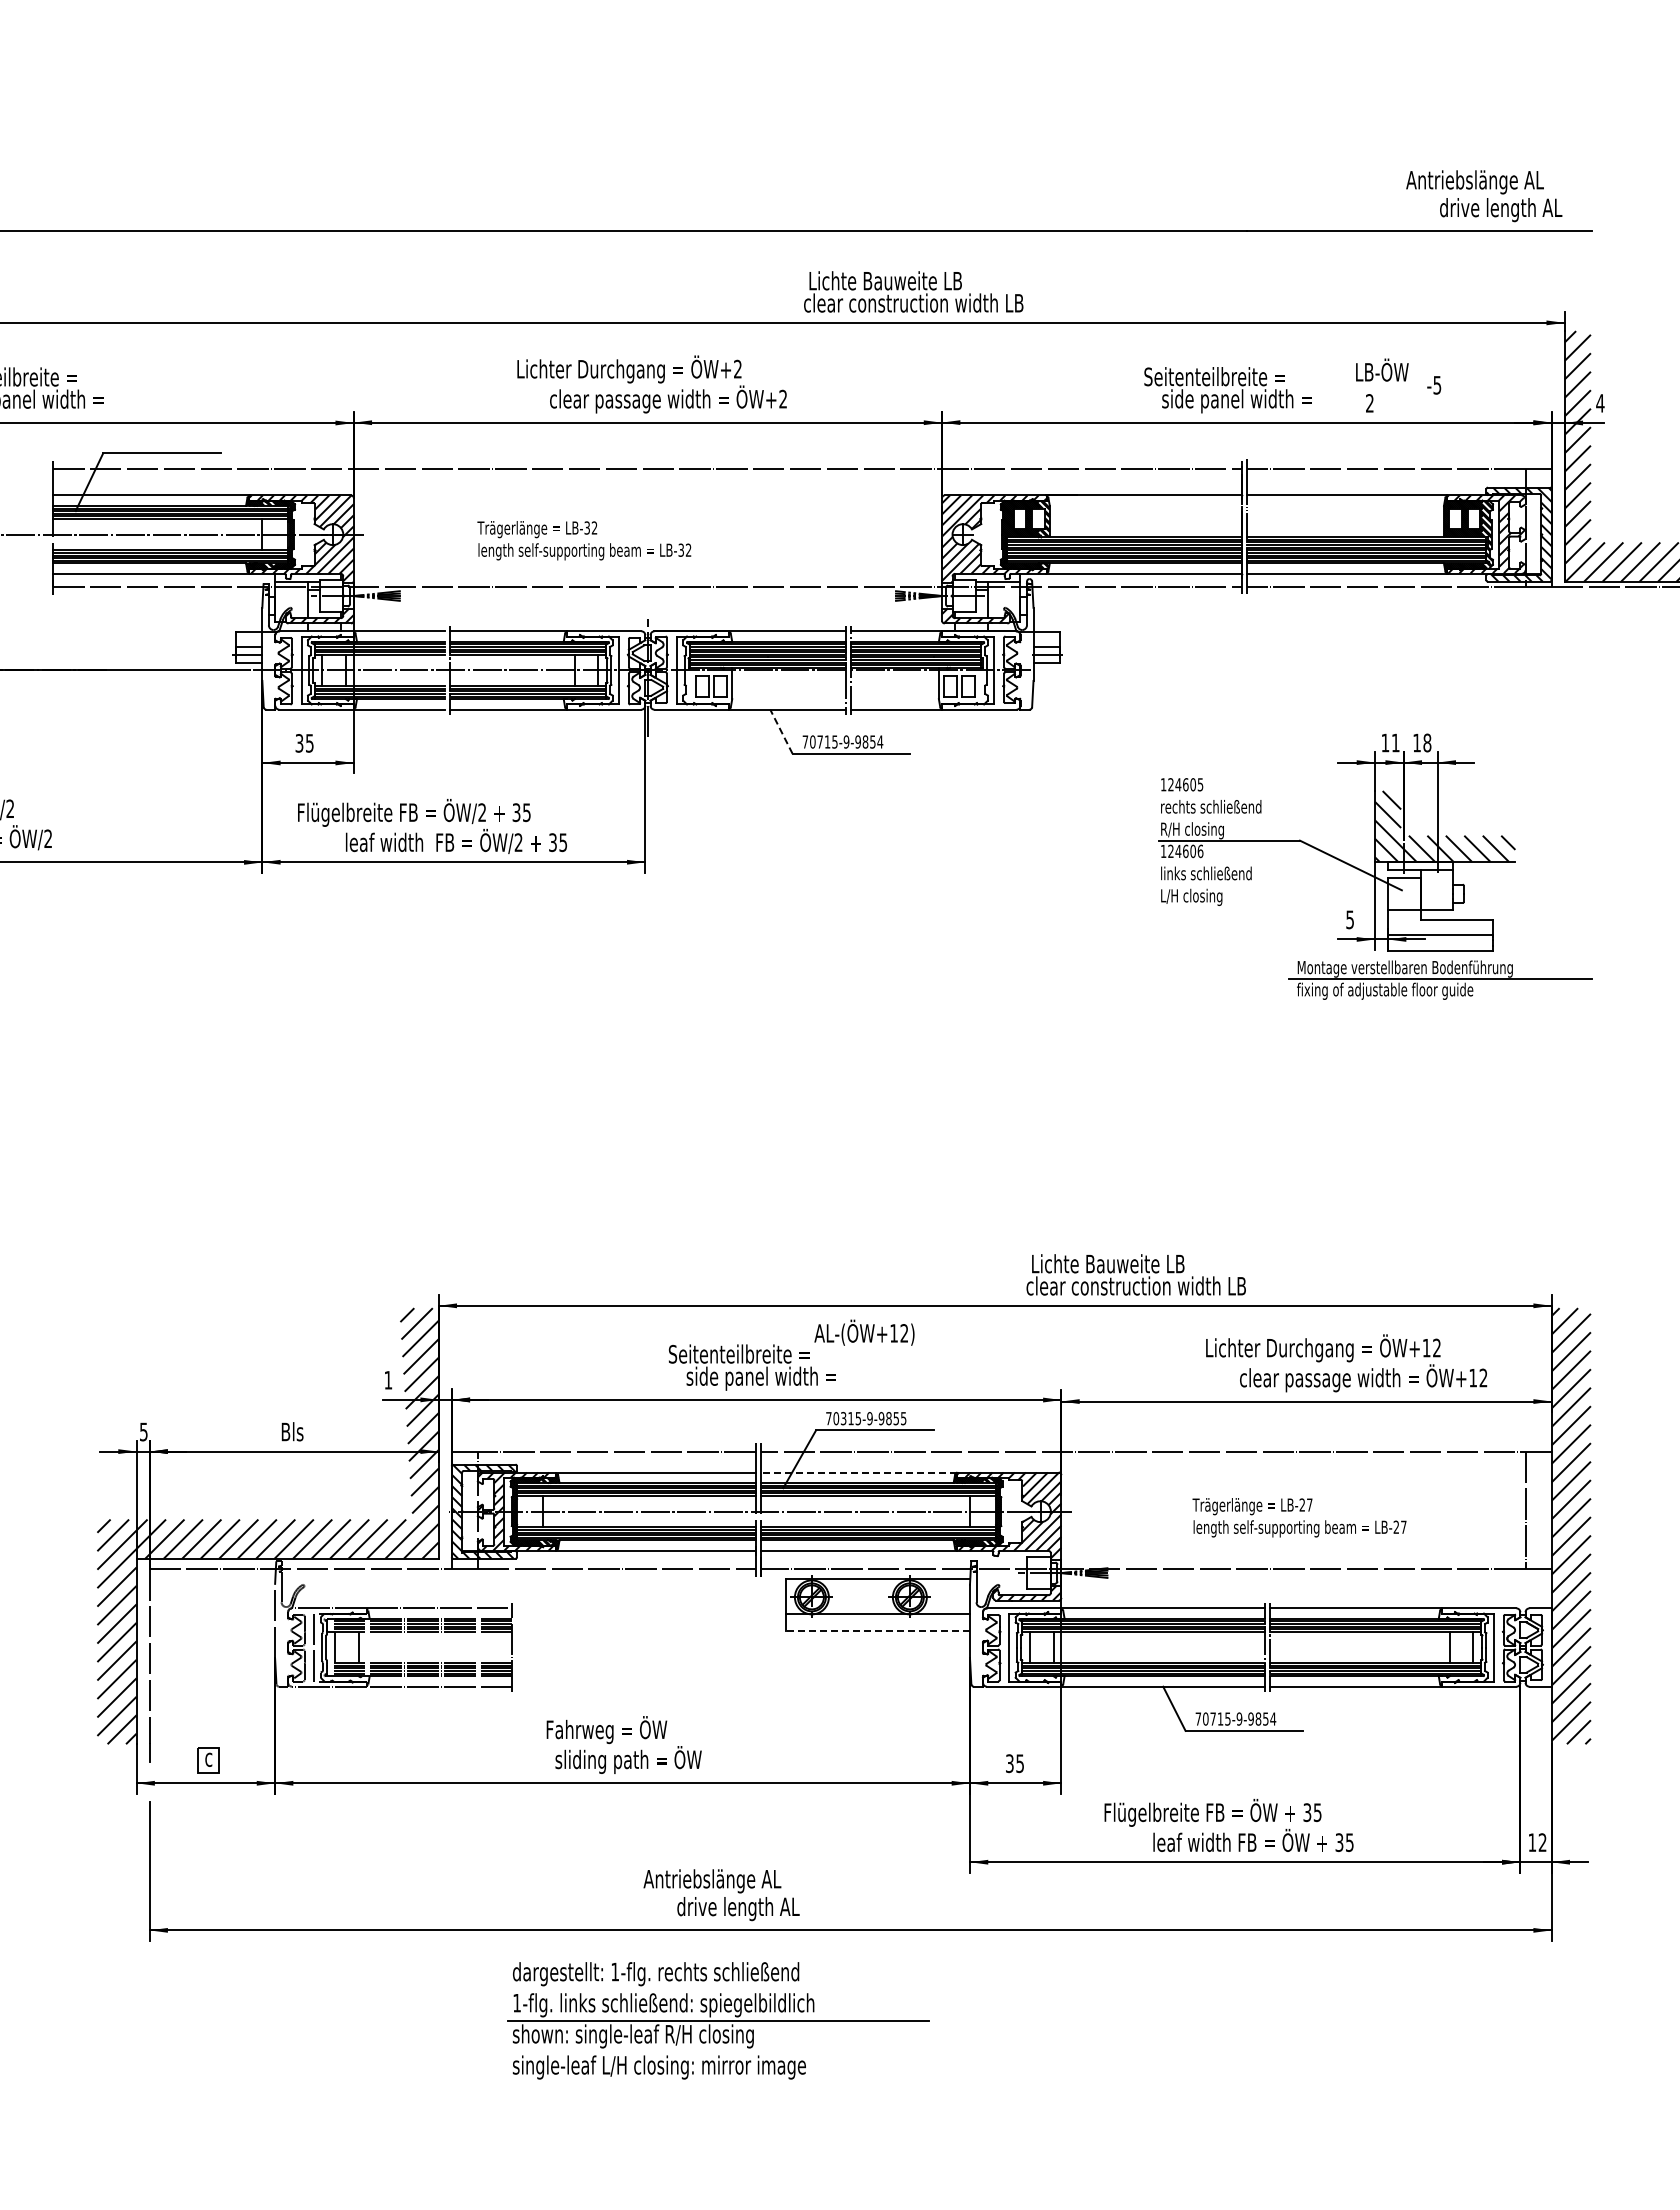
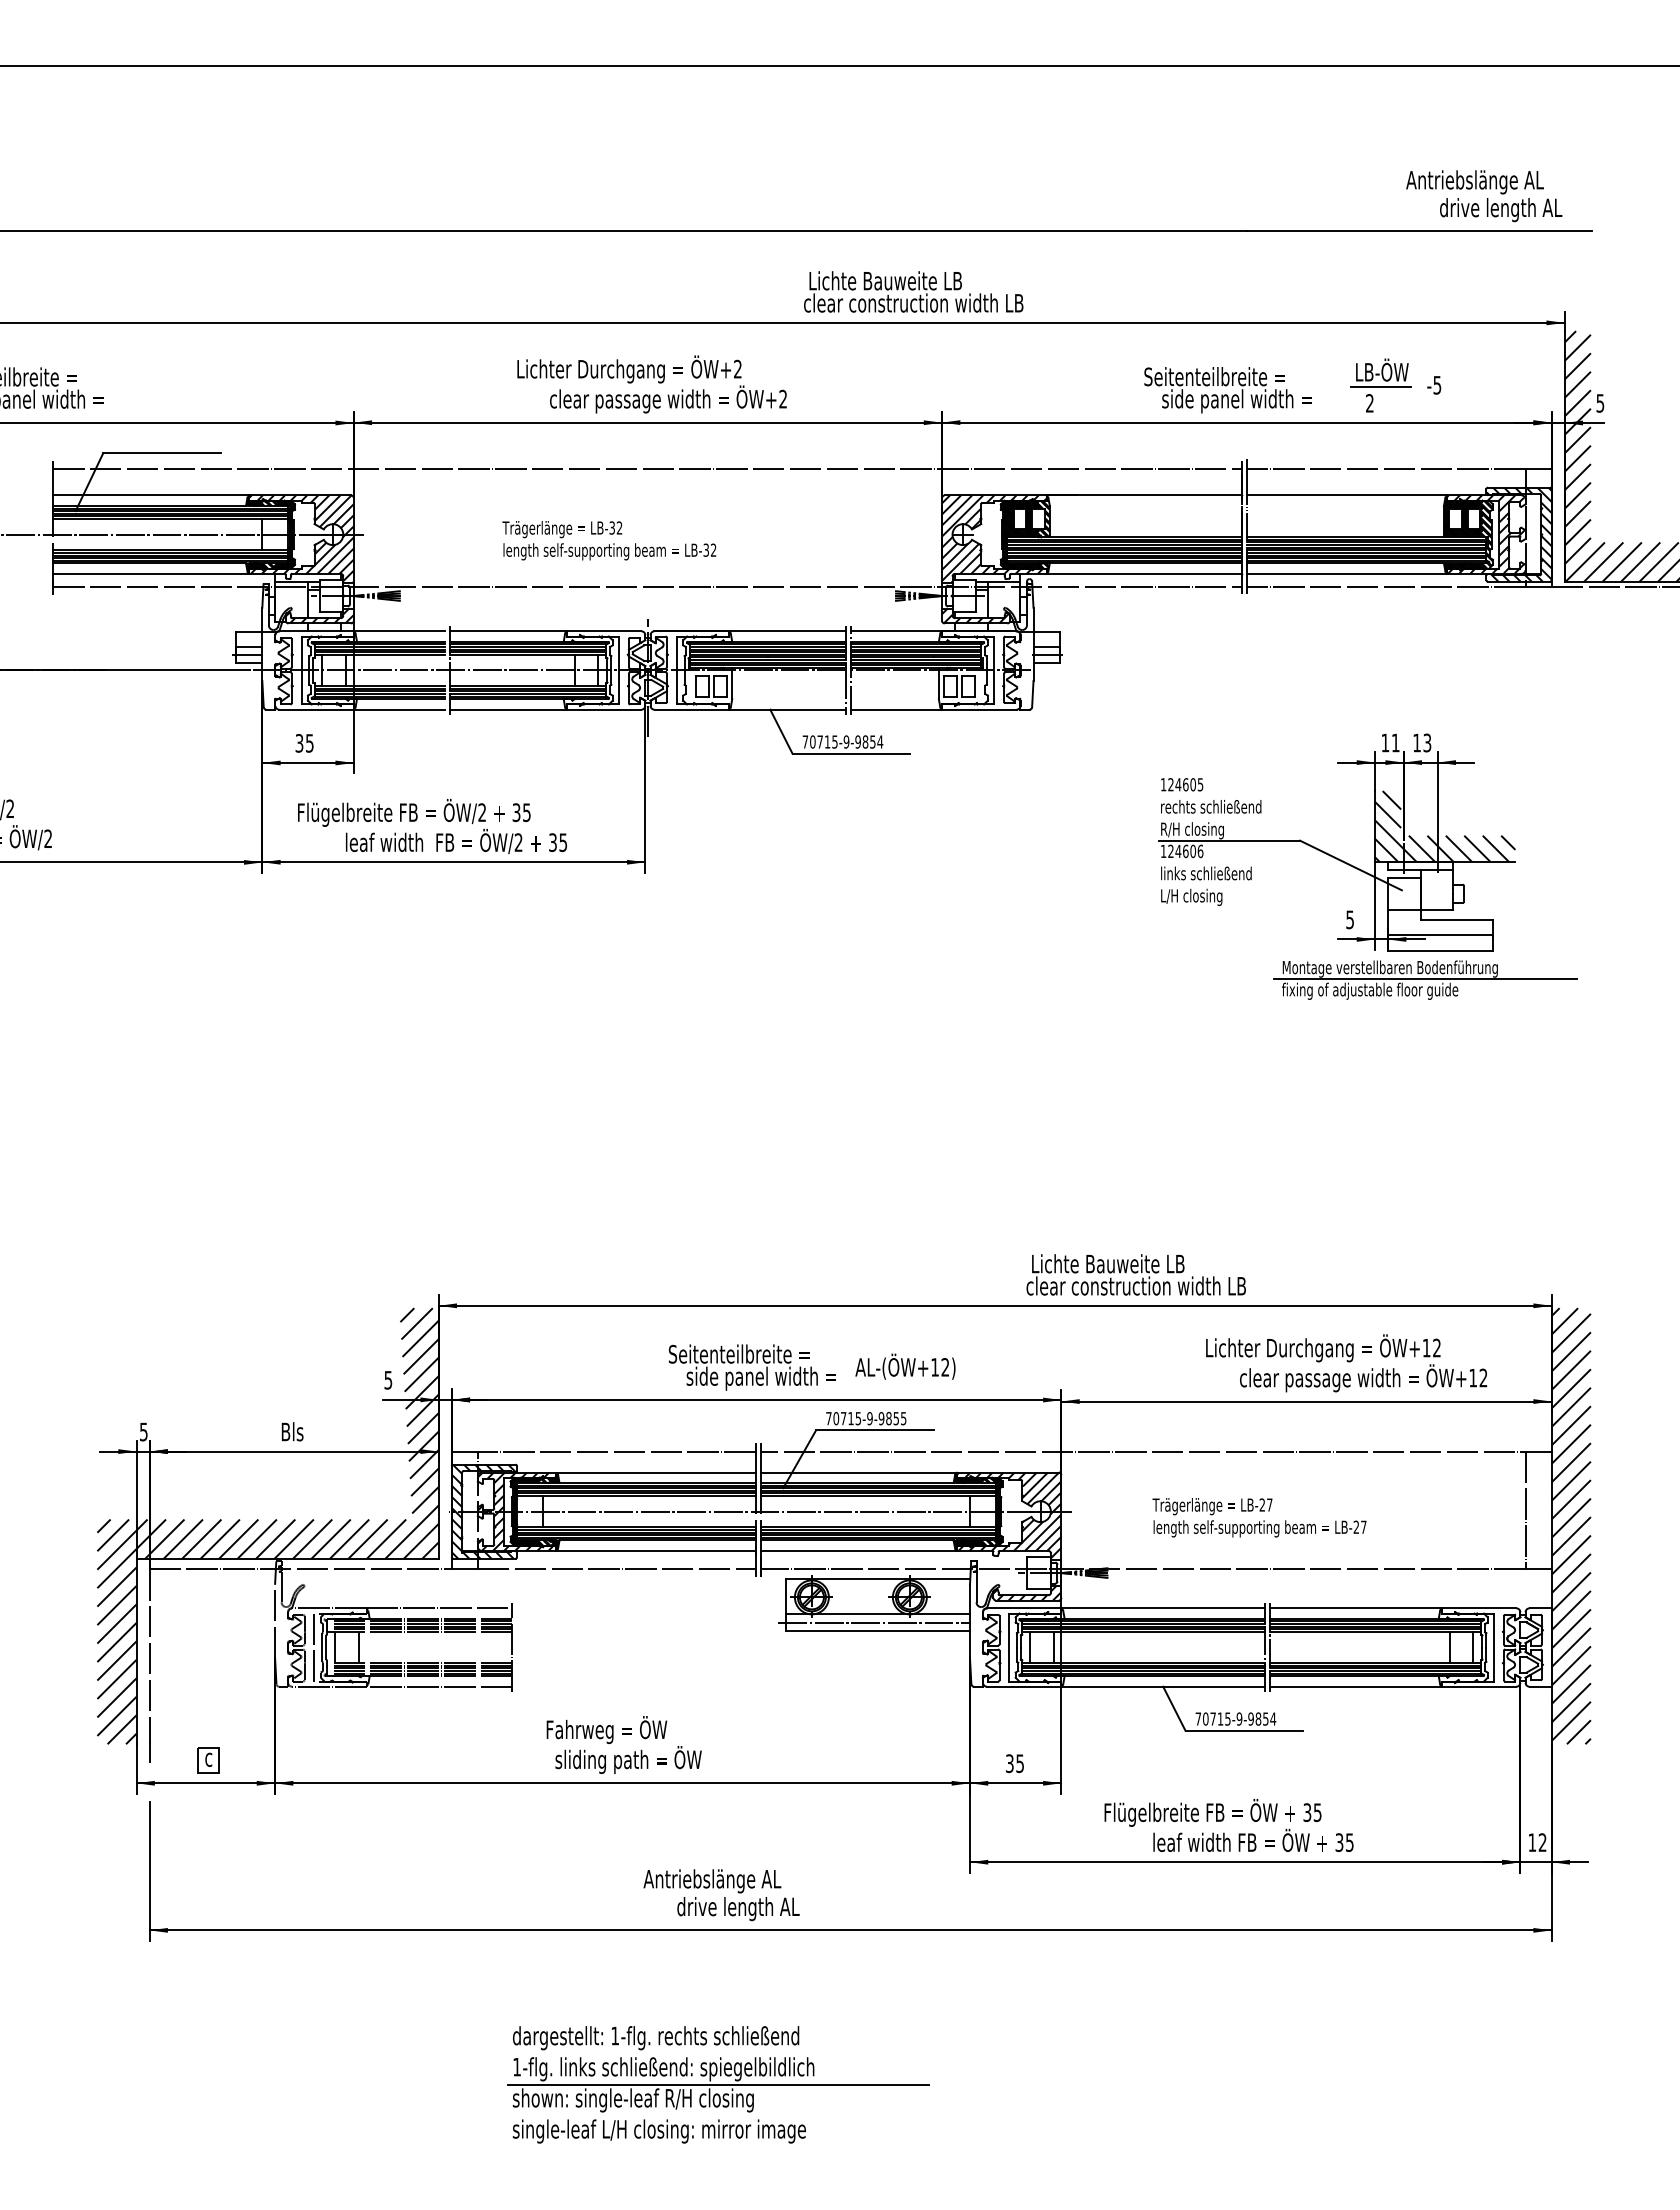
line at (839, 66): none -> present
line at (1380, 387): none -> present
text at (1600, 403): 4 -> 5
text at (584, 540) position: (584, 540) -> (609, 540)
line at (781, 731): dashed -> solid
text at (1427, 742): 18 -> 13
part at (1440, 979) position: (1440, 979) -> (1425, 979)
text at (864, 1332) position: (864, 1332) -> (905, 1366)
text at (388, 1380): 1 -> 5
text at (843, 1418): 70315-9-9855 -> 70715-9-9855
line at (858, 1472): dashed -> solid
text at (1299, 1517) position: (1299, 1517) -> (1259, 1517)
line at (874, 1622): none -> present
line at (877, 1631): dashed -> solid
part at (718, 2020) position: (718, 2020) -> (718, 2084)
